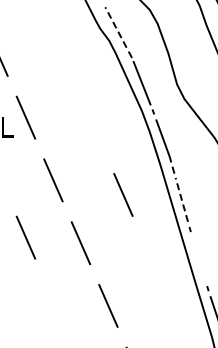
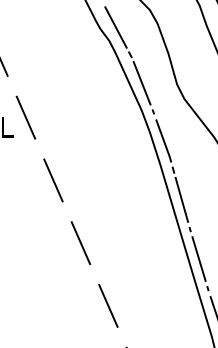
line at (115, 27): dashed -> solid
line at (123, 194): present -> none
line at (181, 199): dashed -> solid
line at (25, 237): present -> none
line at (198, 258): none -> present
